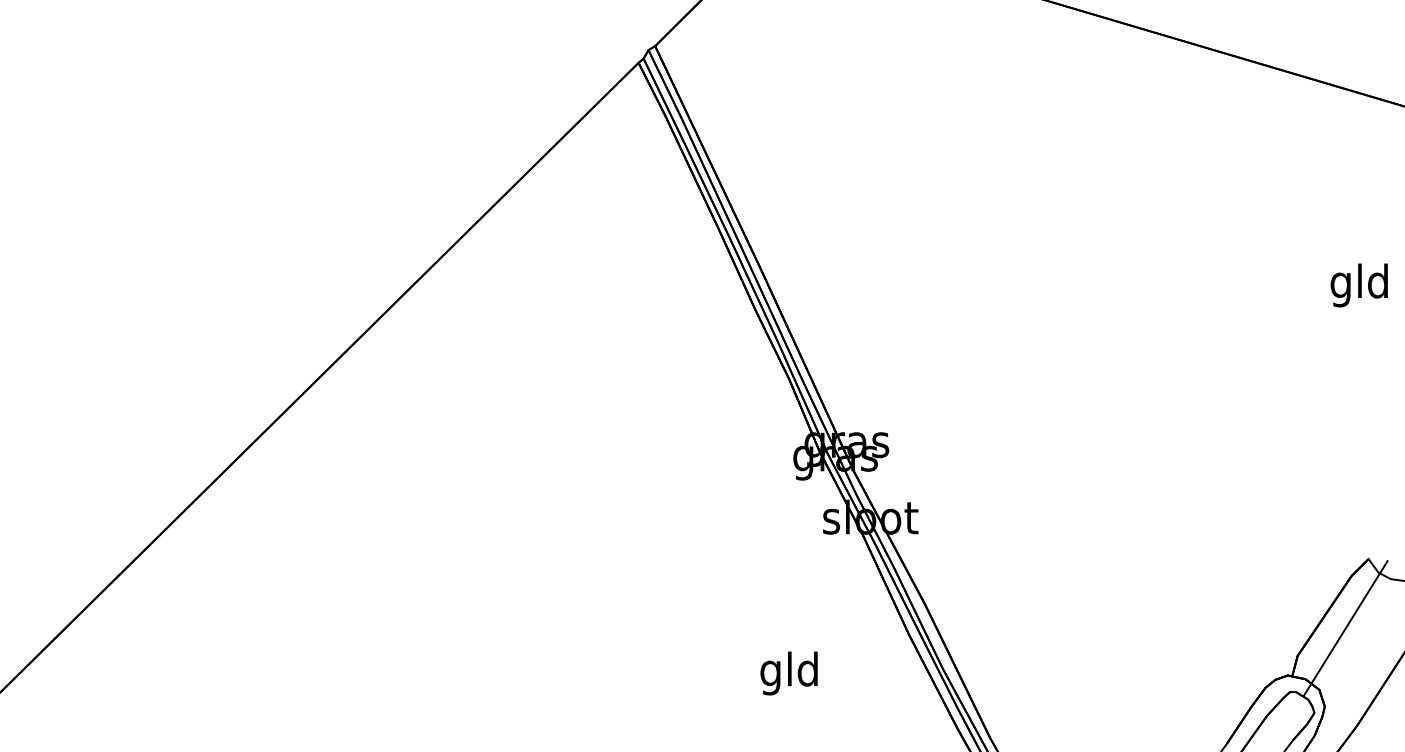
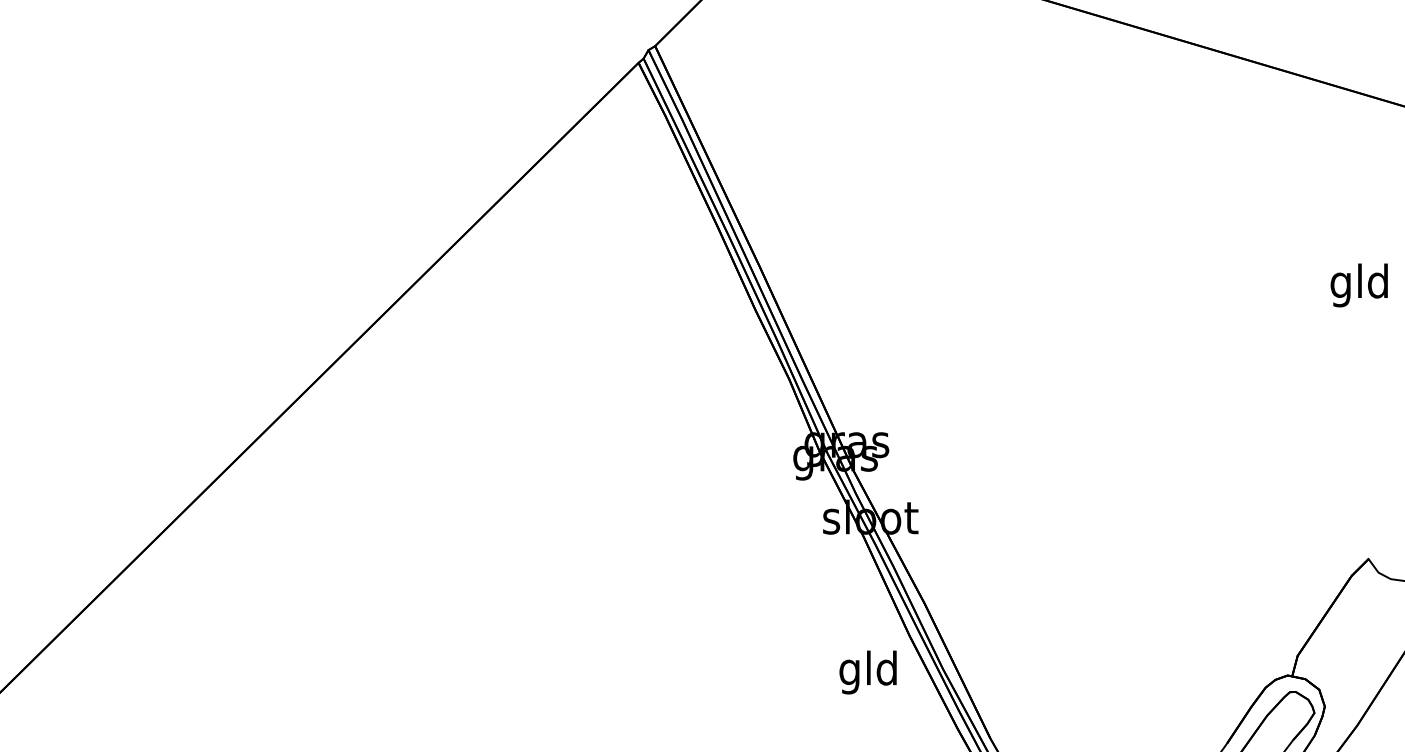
line at (1345, 628): present -> none
text at (788, 673) position: (788, 673) -> (867, 672)
